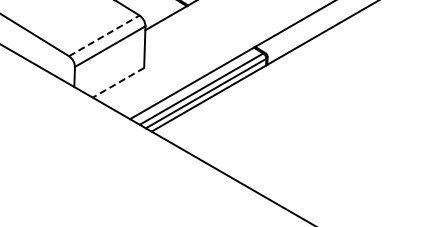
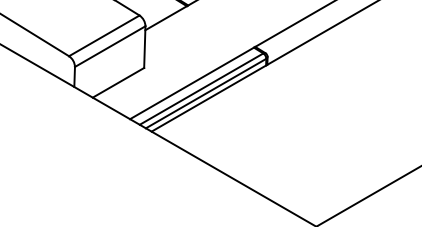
line at (104, 35): dashed -> solid
line at (118, 82): dashed -> solid
line at (369, 195): none -> present
